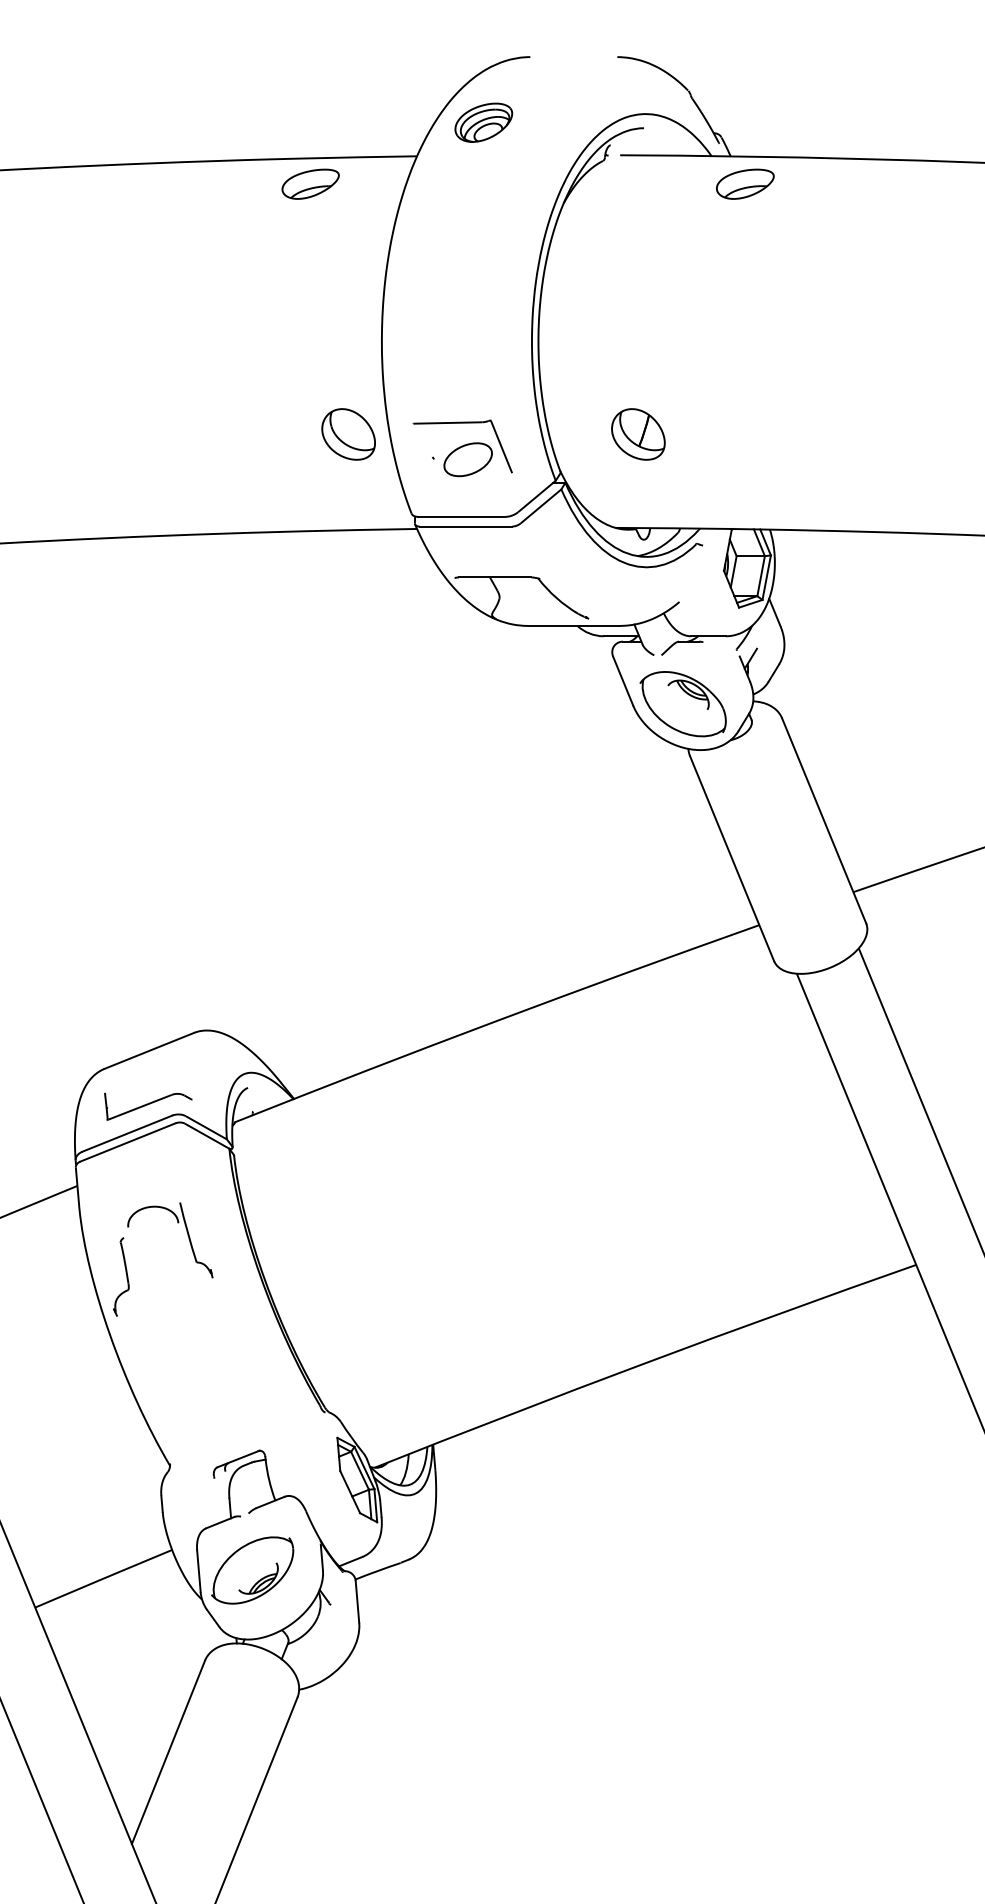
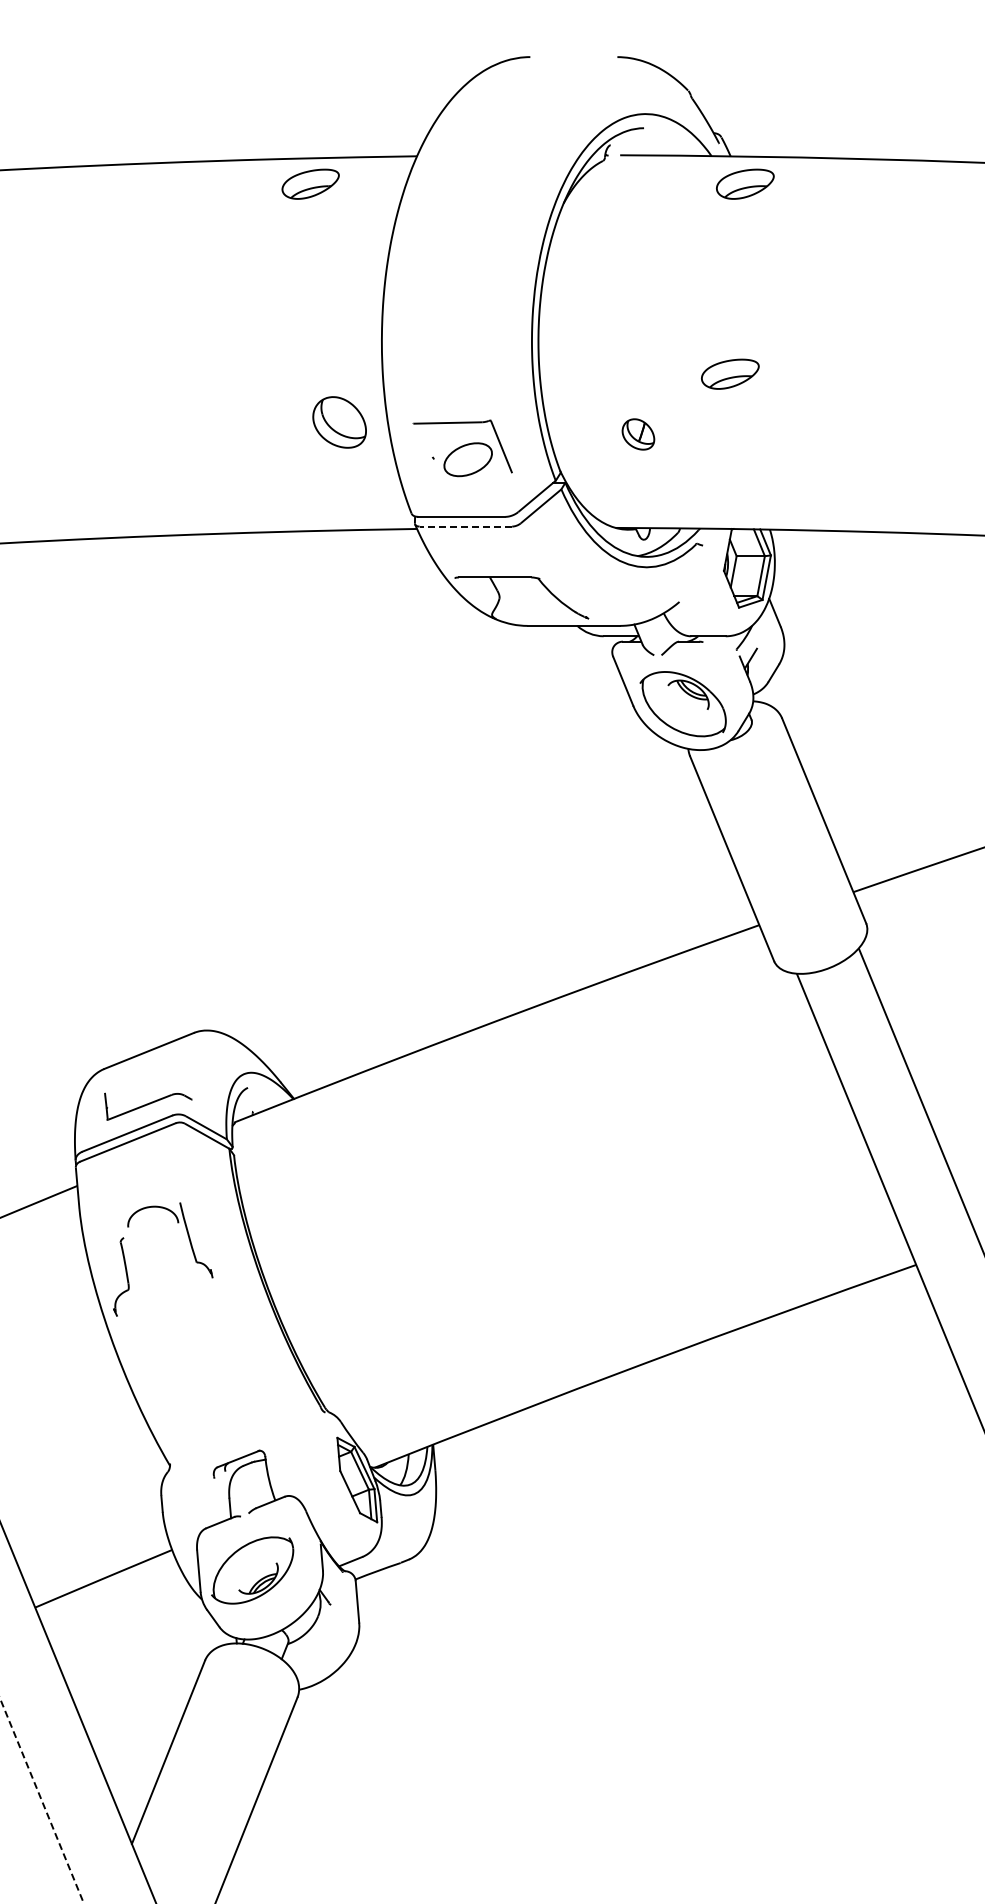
part at (483, 122): present -> none
part at (730, 373): none -> present
part at (348, 434) position: (348, 434) -> (339, 422)
part at (638, 434) size: 55x53 px -> 35x33 px
line at (465, 526): solid -> dashed
line at (42, 1801): solid -> dashed
